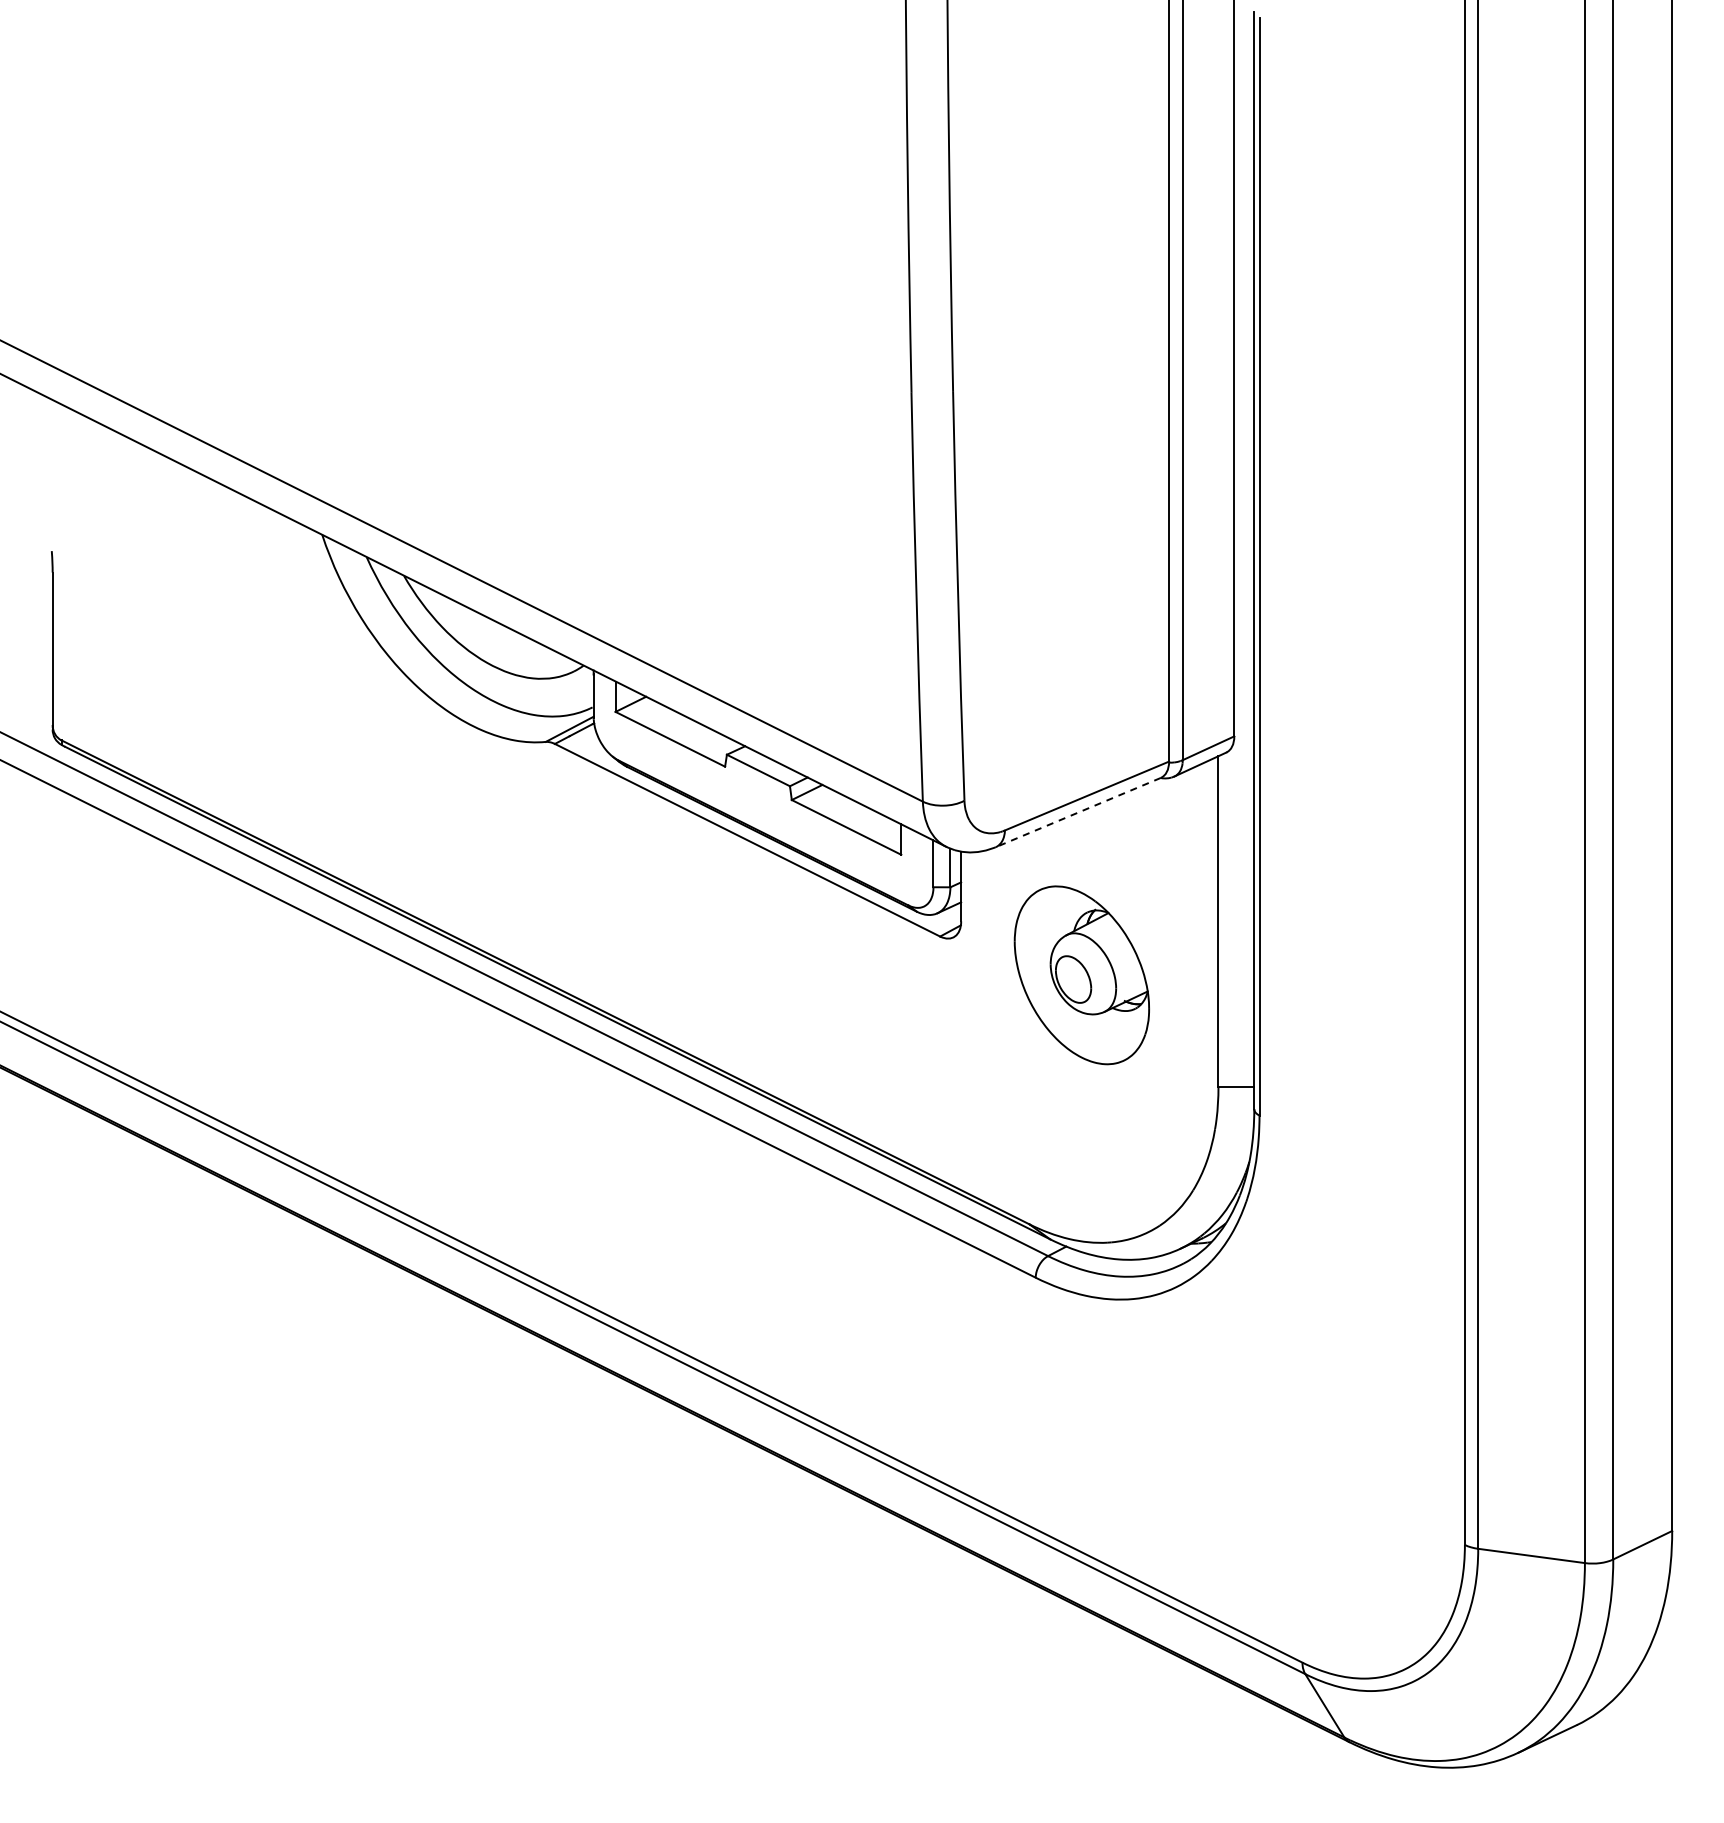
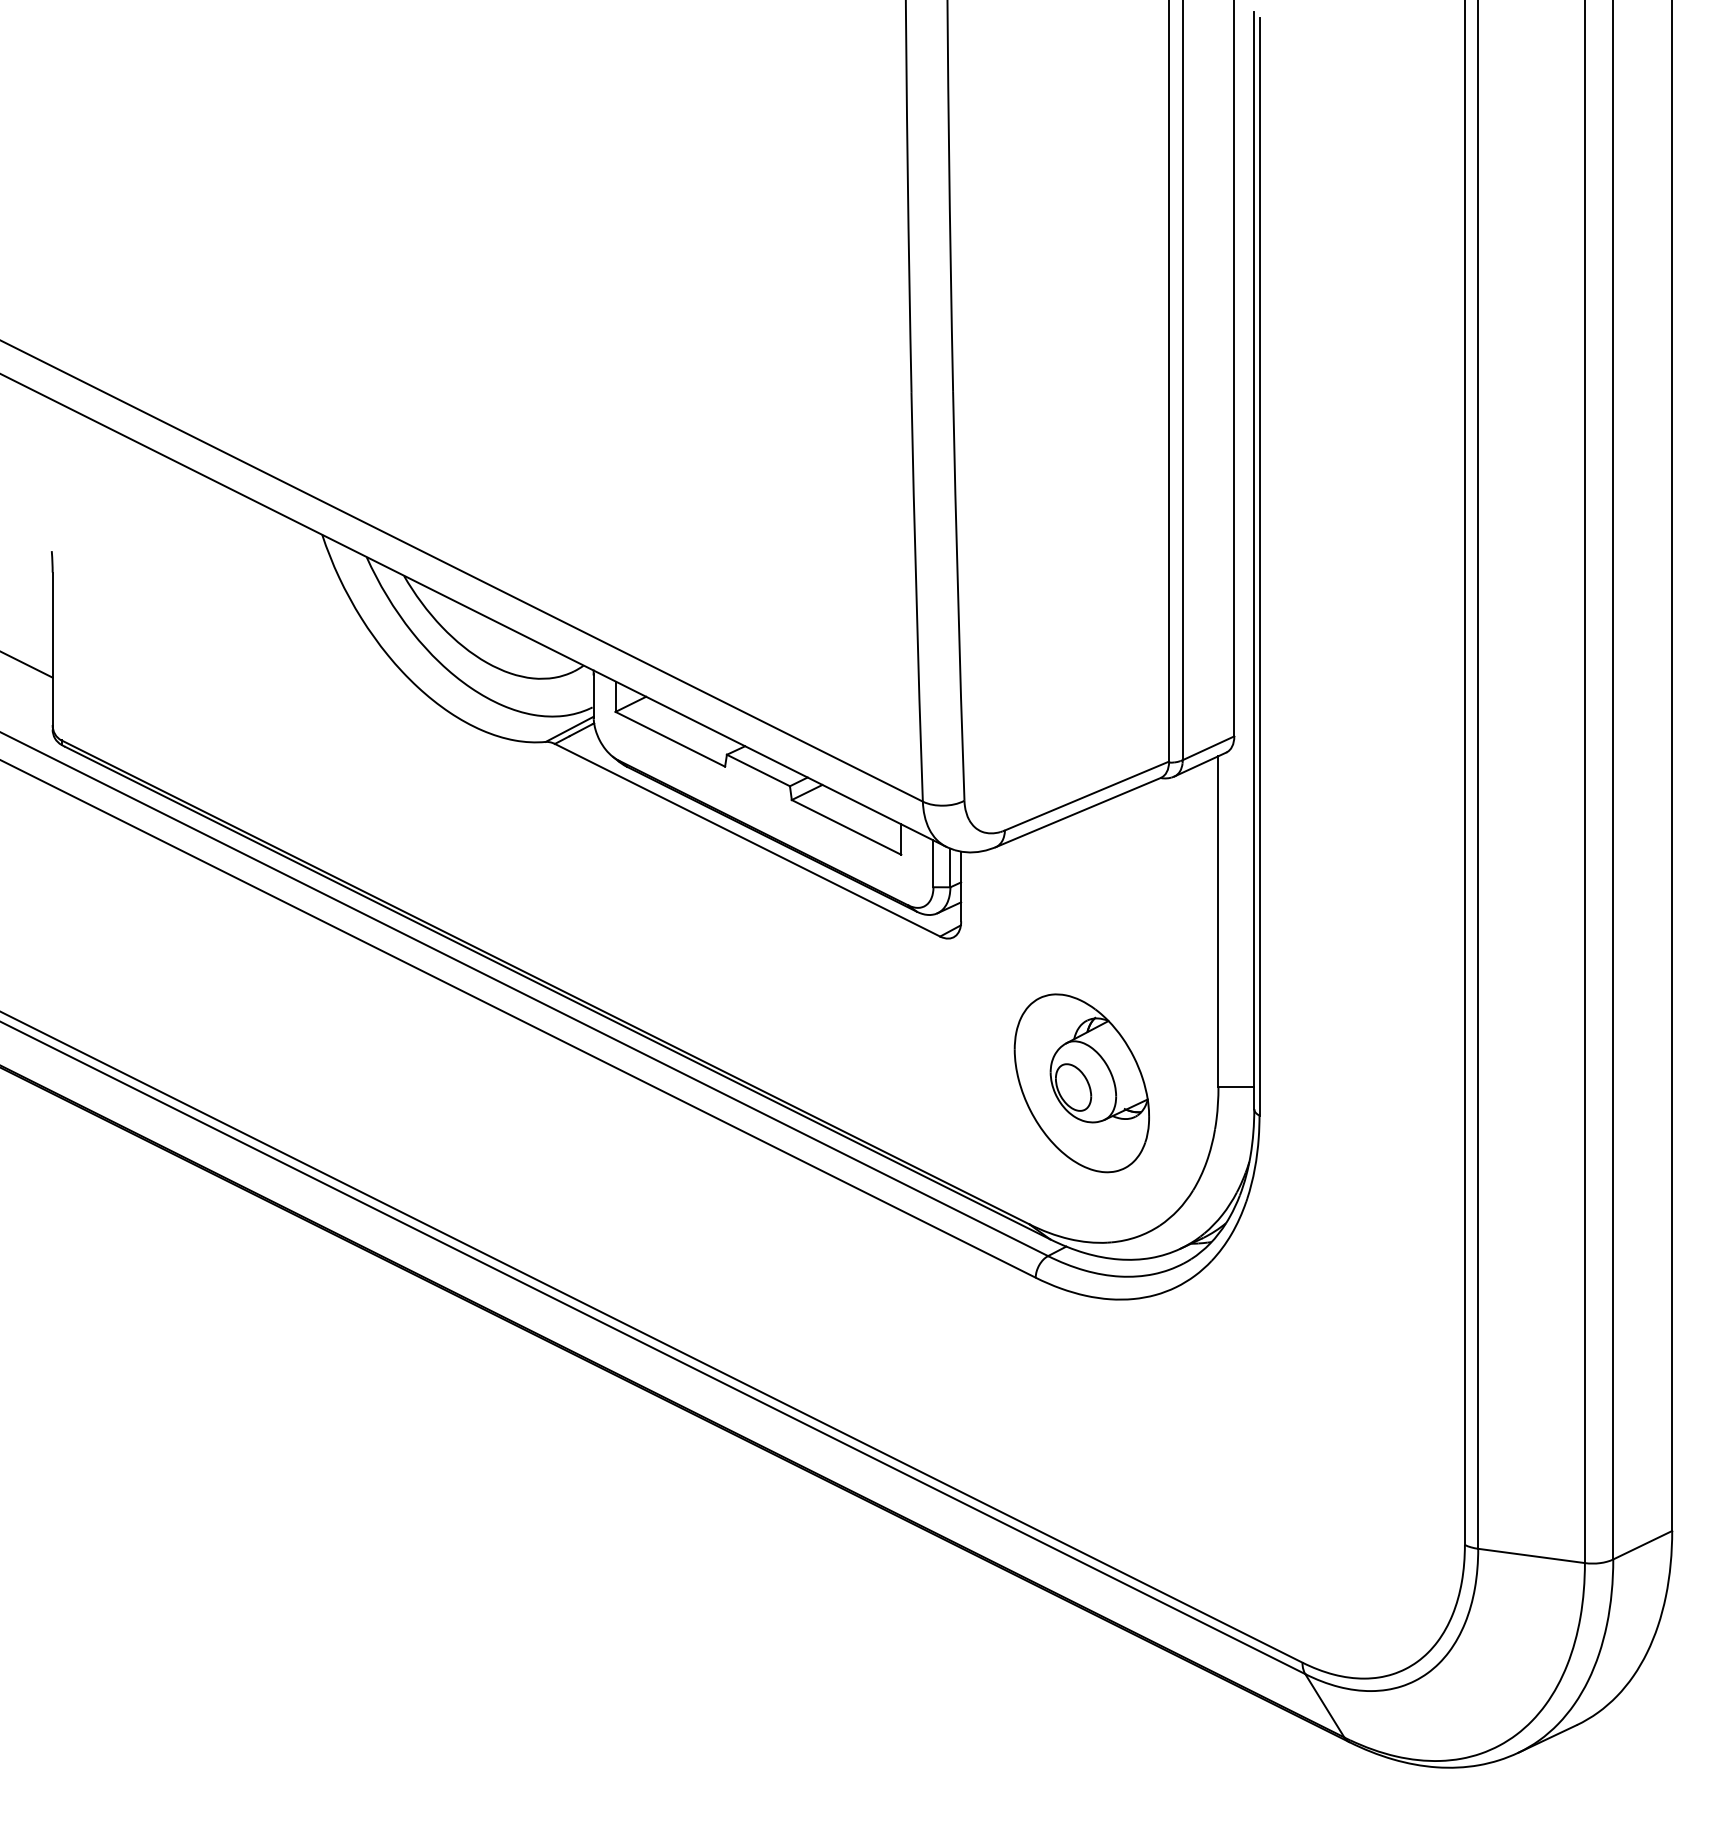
line at (27, 664): none -> present
line at (1077, 812): dashed -> solid
part at (1081, 975) position: (1081, 975) -> (1081, 1083)
